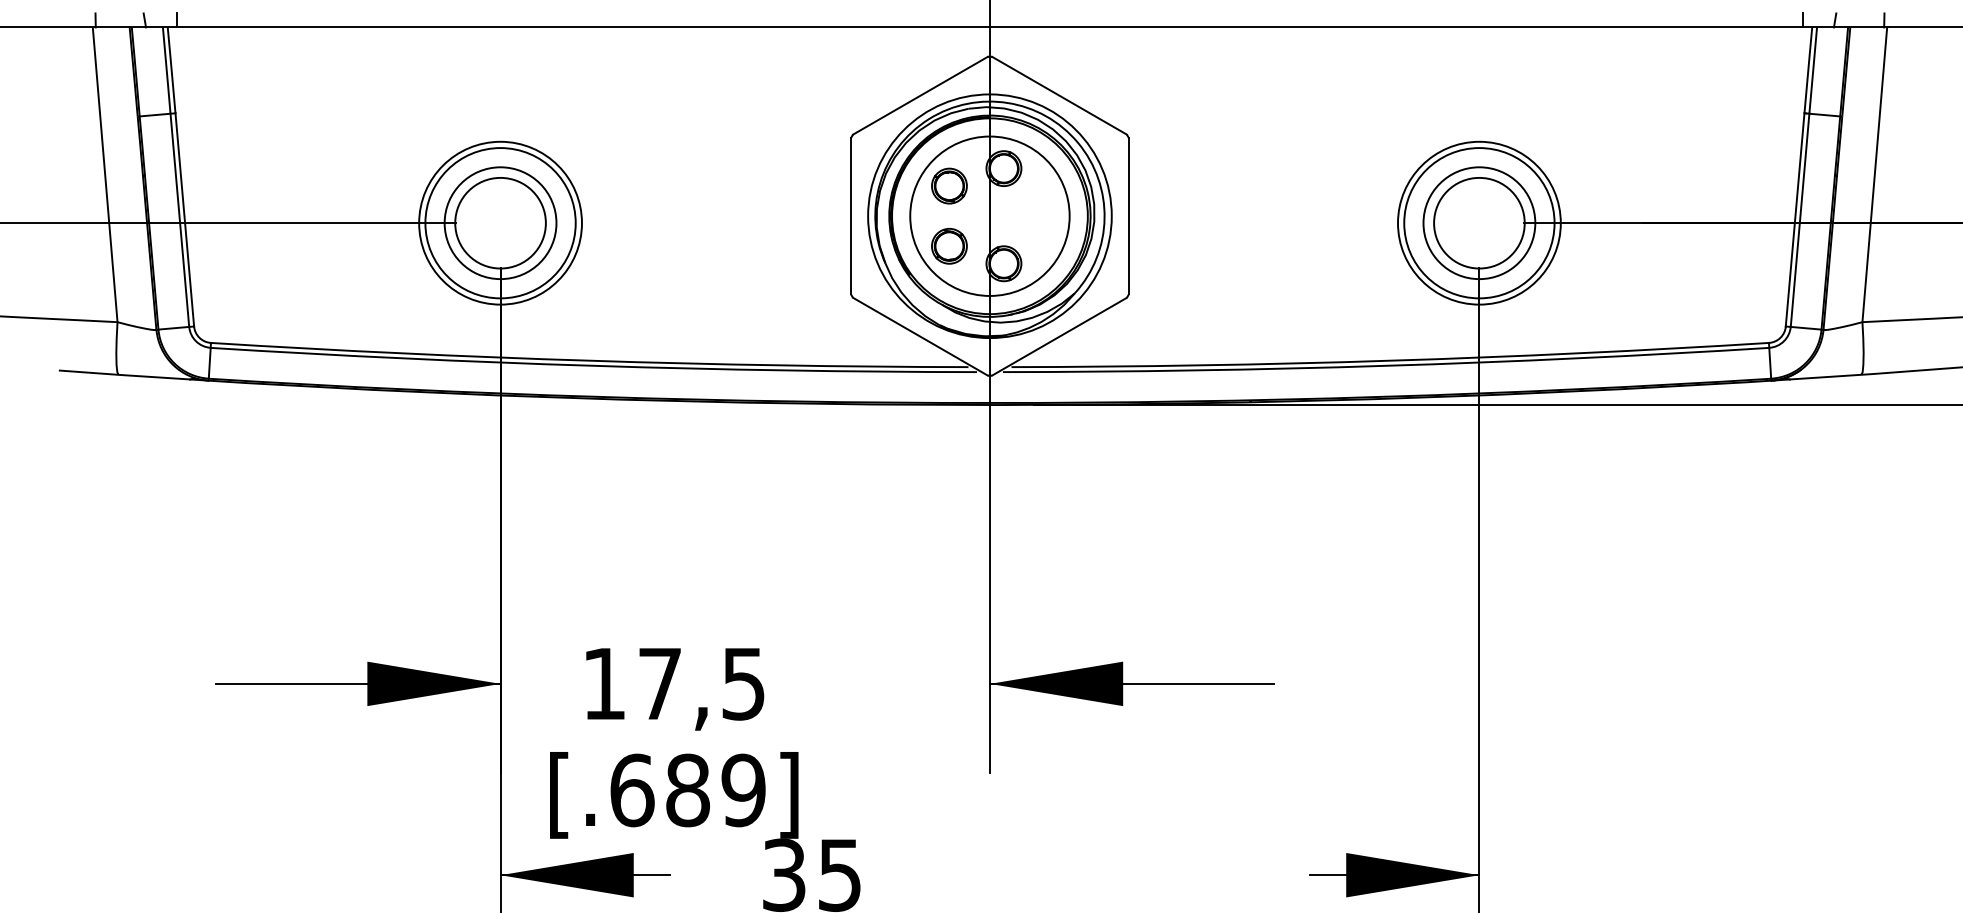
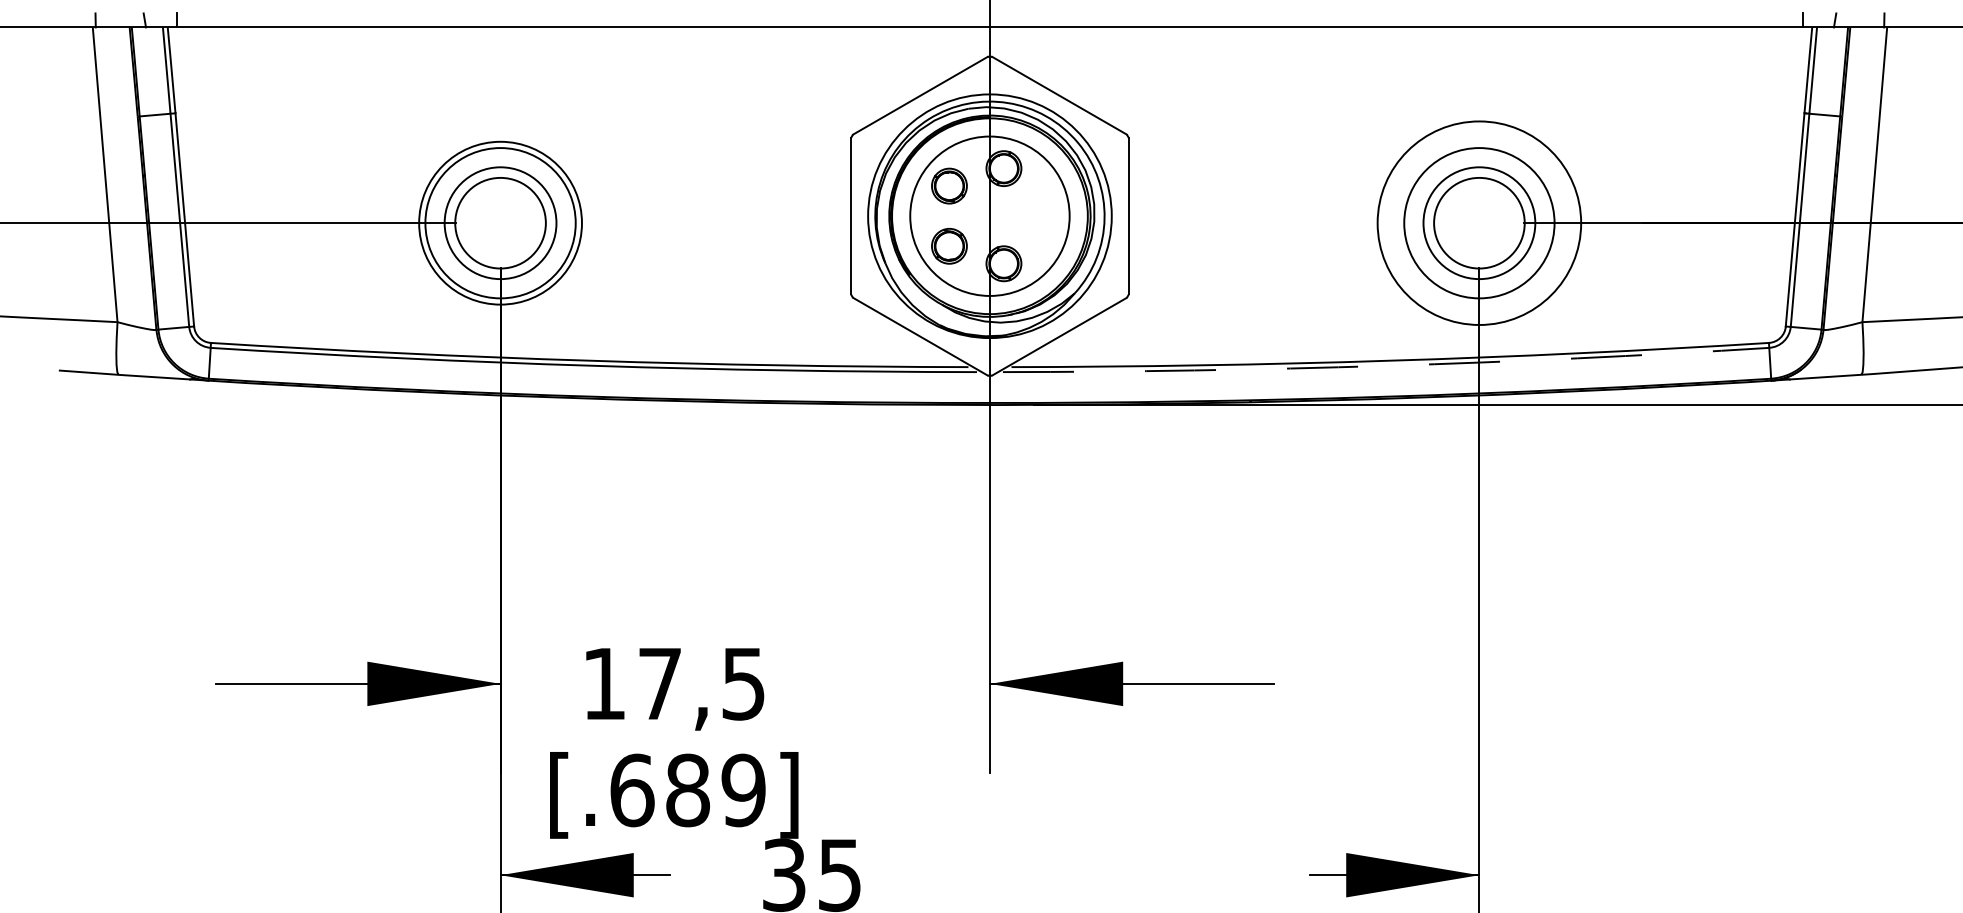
circle at (1479, 222) diameter: 163 px -> 204 px
arc at (1386, 365): solid -> dashed
